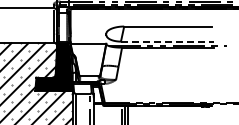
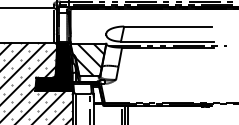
line at (168, 41): dashed -> solid
hatch at (89, 59): none -> present
